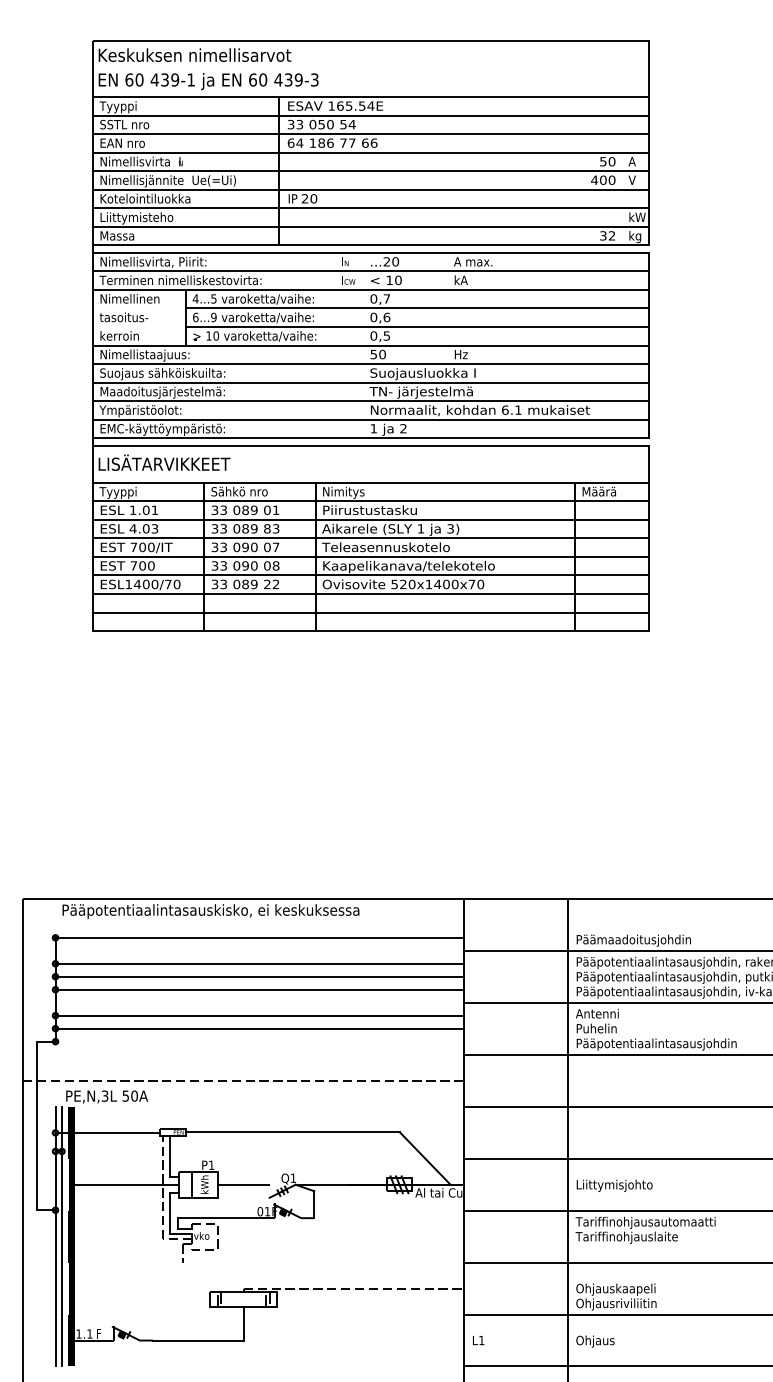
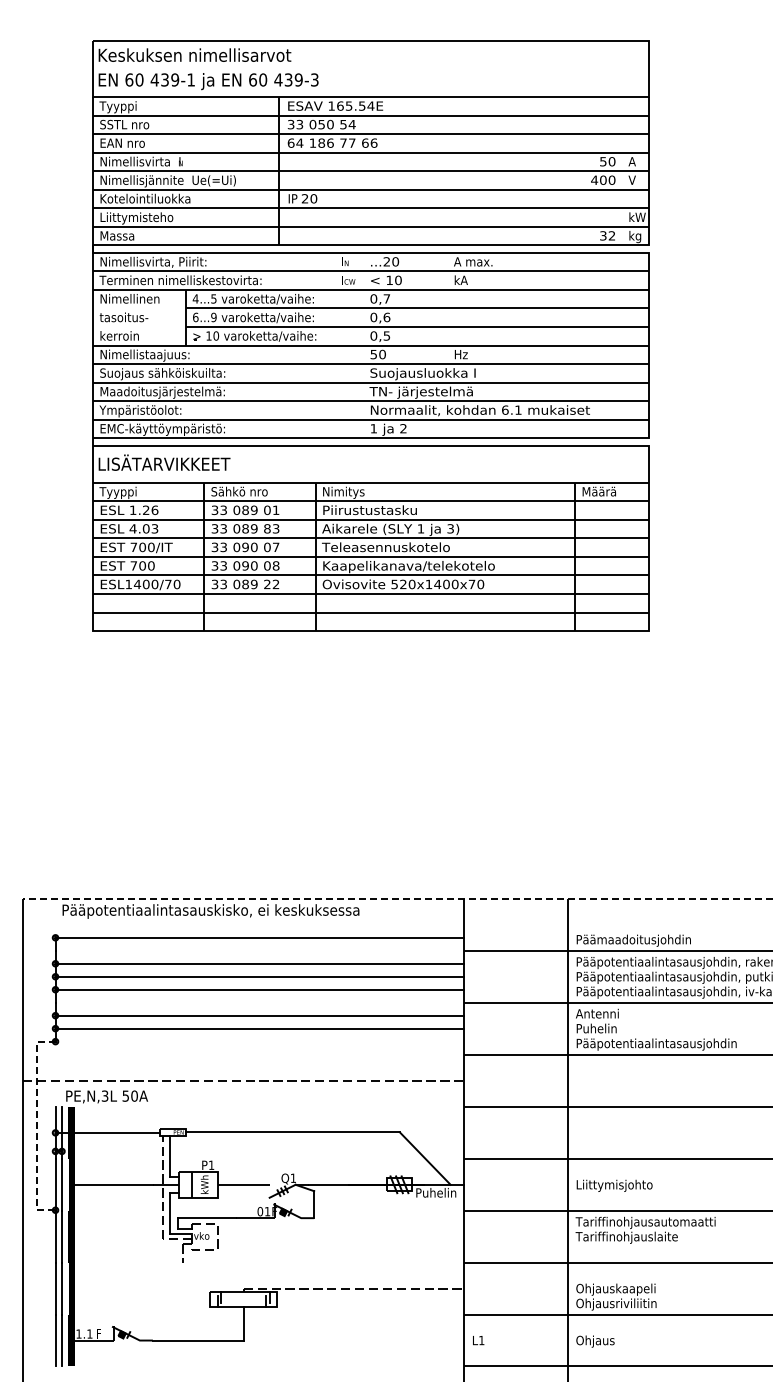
text at (150, 510): 1.01 -> 1.26
line at (396, 899): solid -> dashed
line at (36, 1126): solid -> dashed
text at (438, 1192): Al tai Cu -> Puhelin
